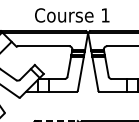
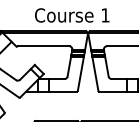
line at (56, 121): dashed -> solid
